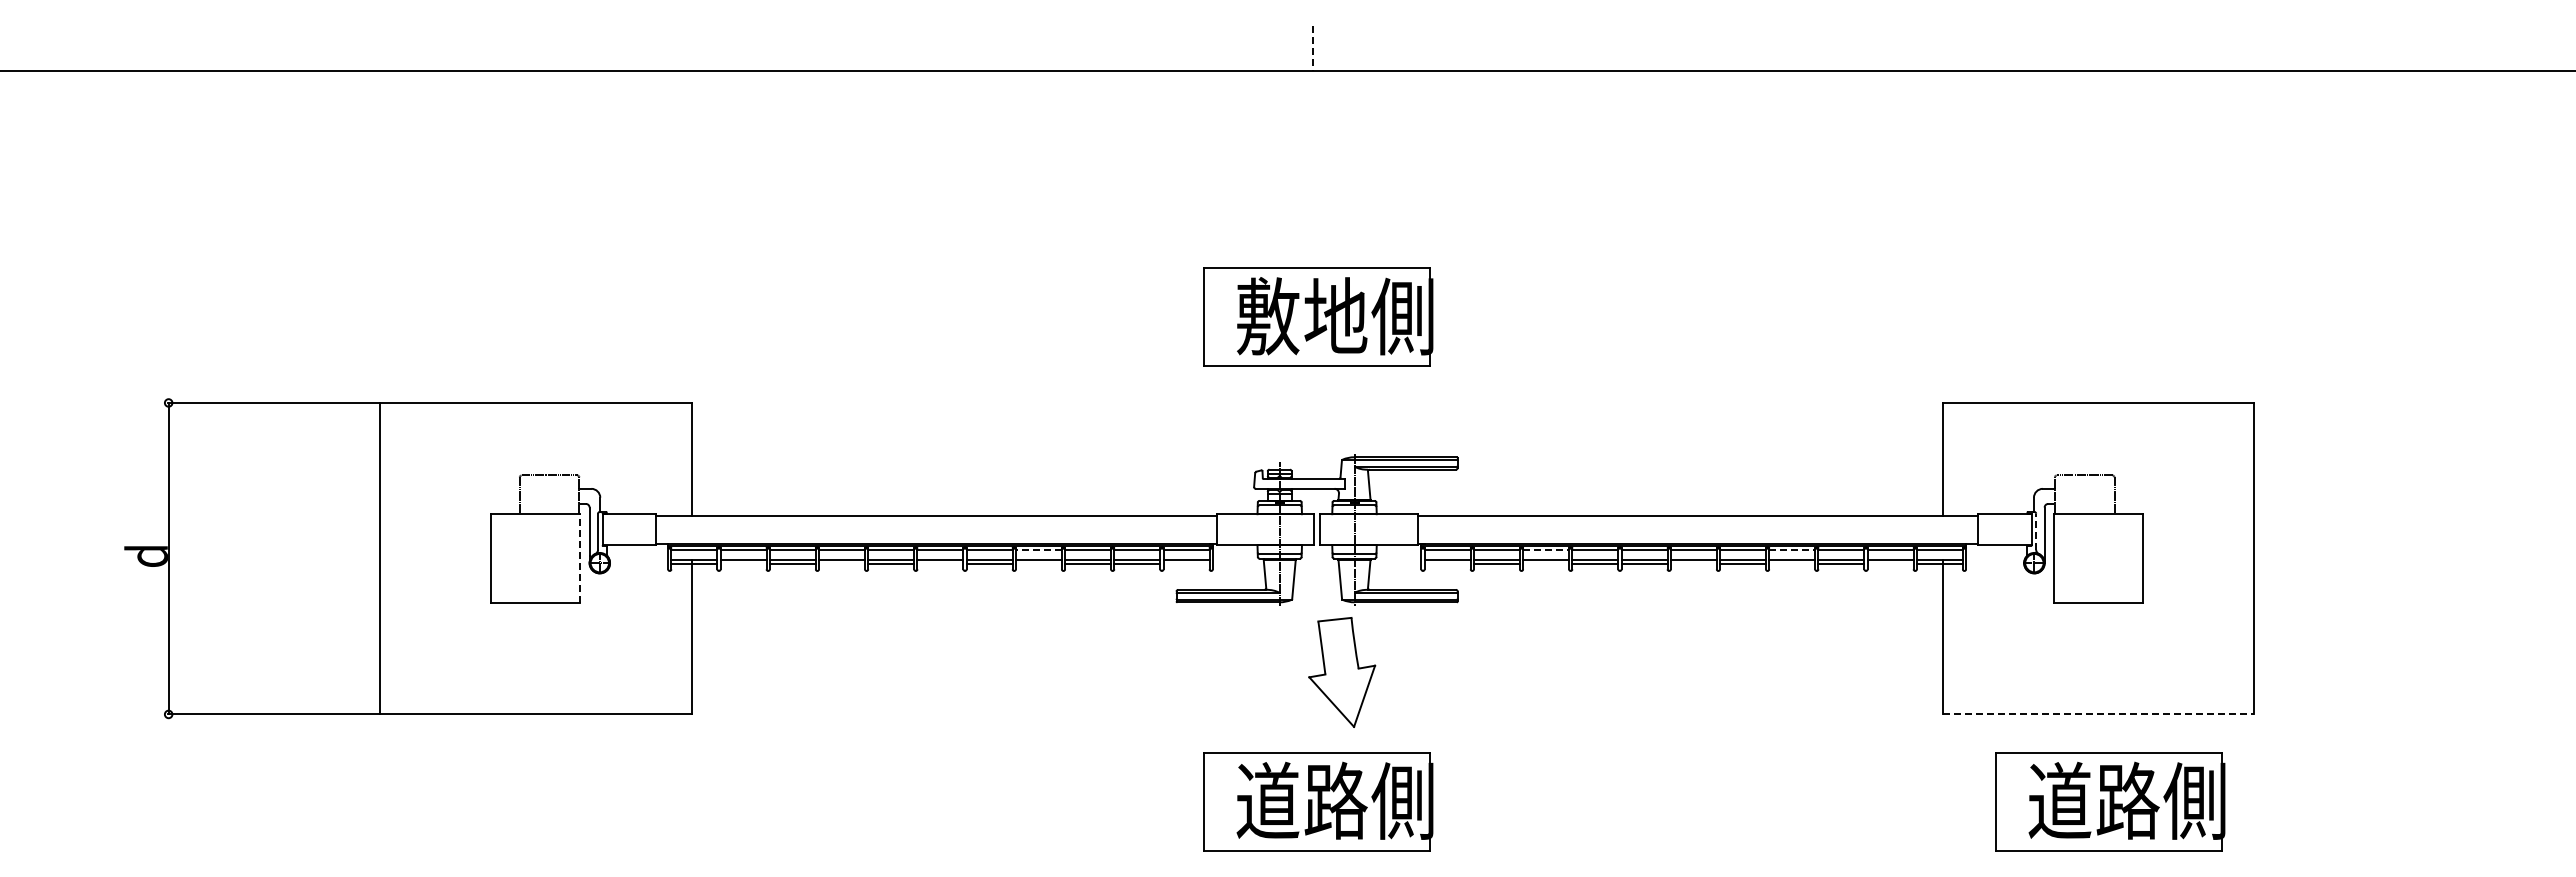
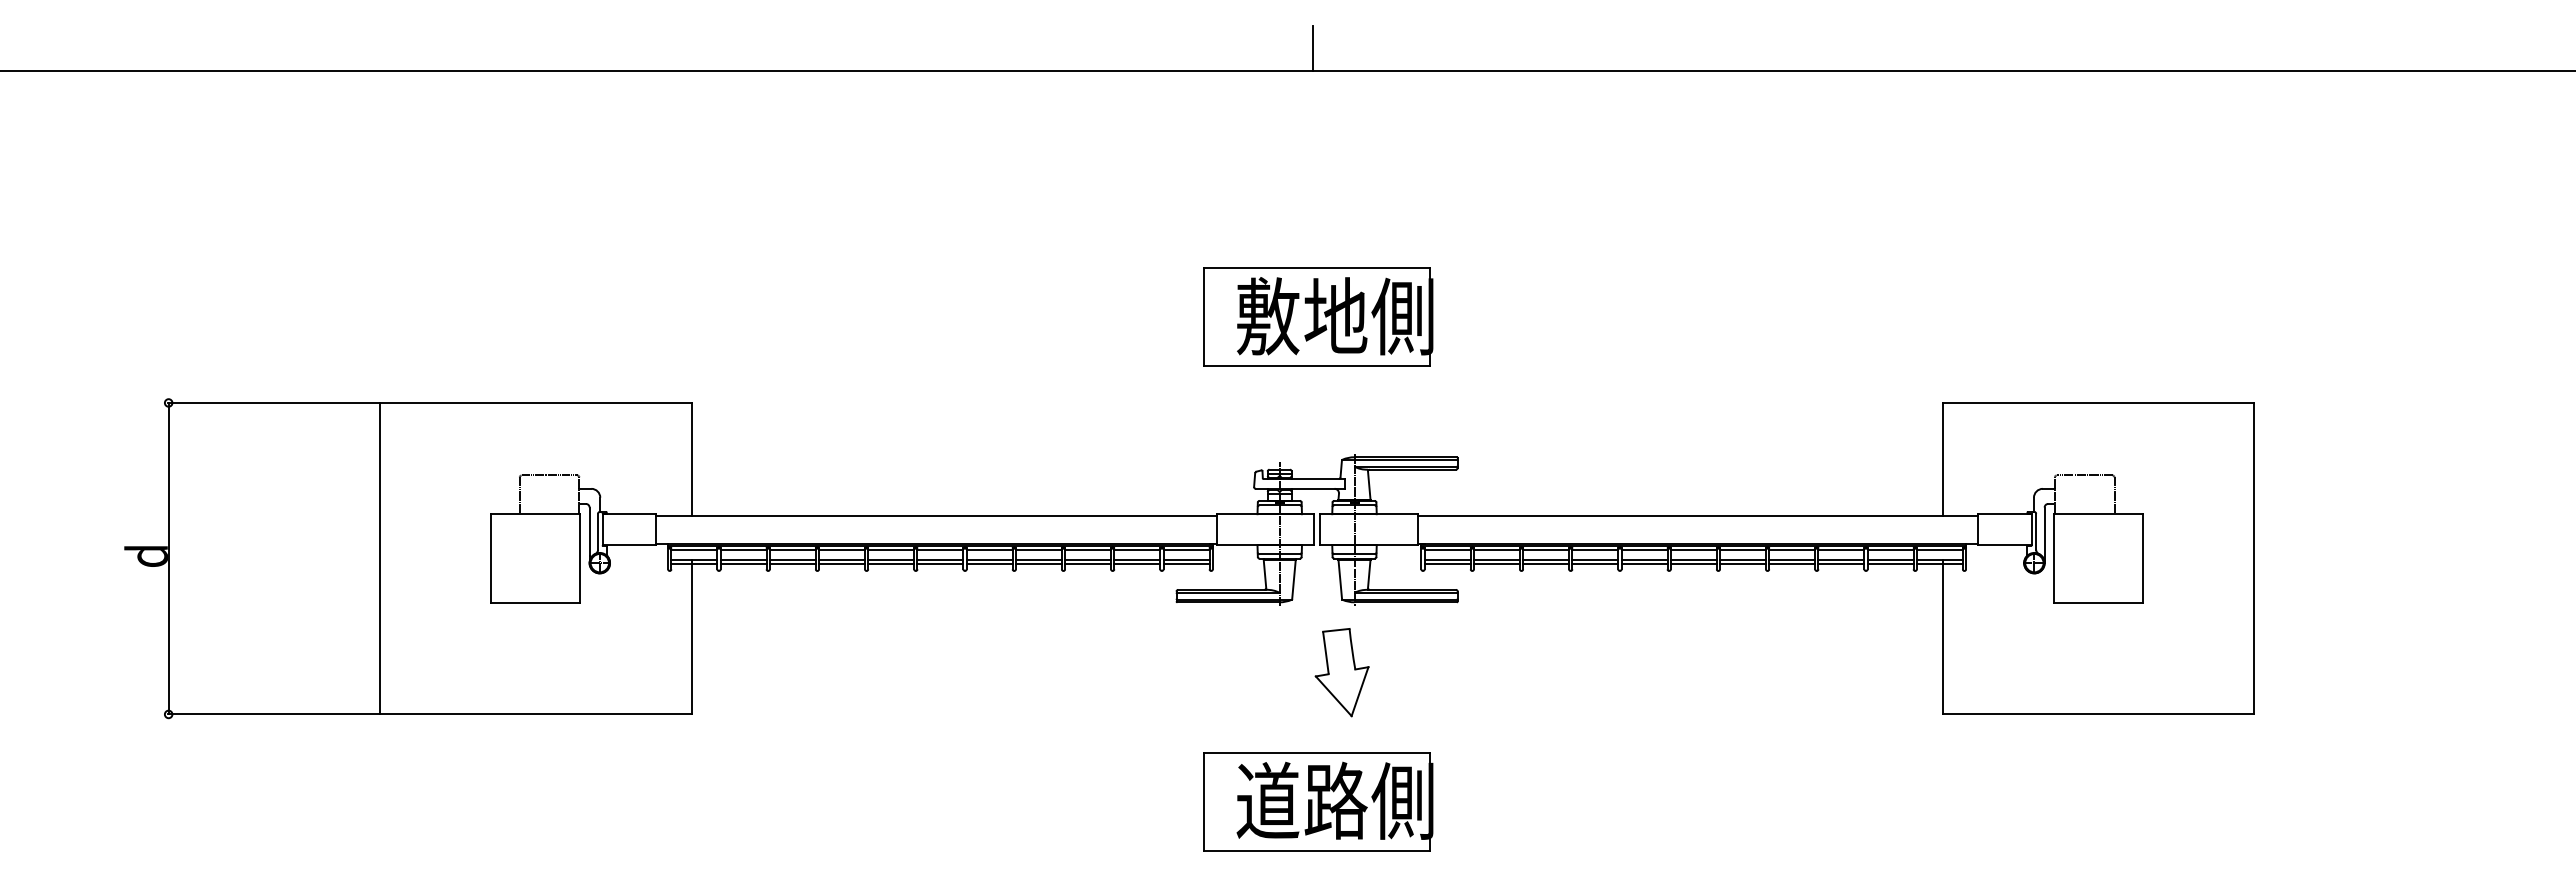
line at (1312, 48): dashed -> solid
line at (2036, 531): dashed -> solid
line at (1038, 550): dashed -> solid
line at (1546, 550): dashed -> solid
line at (1792, 550): dashed -> solid
line at (580, 558): dashed -> solid
line at (743, 564): none -> present
line at (842, 564): none -> present
line at (940, 564): none -> present
line at (1038, 564): none -> present
line at (1186, 564): none -> present
line at (1447, 564): none -> present
line at (1546, 564): none -> present
line at (1693, 564): none -> present
line at (1792, 564): none -> present
line at (1890, 564): none -> present
part at (1342, 672) size: 69x111 px -> 56x90 px
line at (2098, 714): dashed -> solid
part at (2110, 801): present -> none
